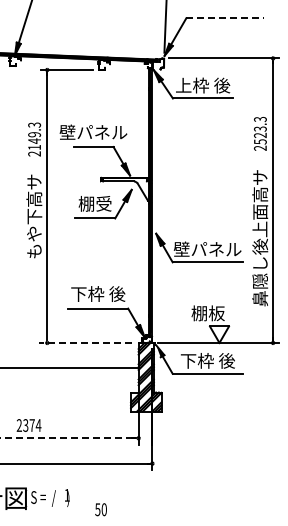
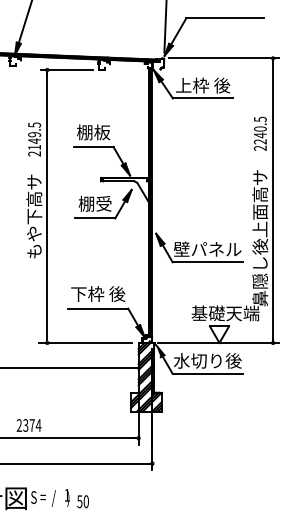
line at (225, 18): dashed -> solid
text at (34, 124): 2149.3 -> 2149.5
text at (259, 130): 2523.3 -> 2240.5
text at (93, 132): 壁パネル -> 棚板
text at (225, 313): 棚板 -> 基礎天端
line at (85, 342): dashed -> solid
text at (207, 360): 下枠 後 -> 水切り後
line at (68, 438): dashed -> solid
text at (100, 509) position: (100, 509) -> (82, 501)
